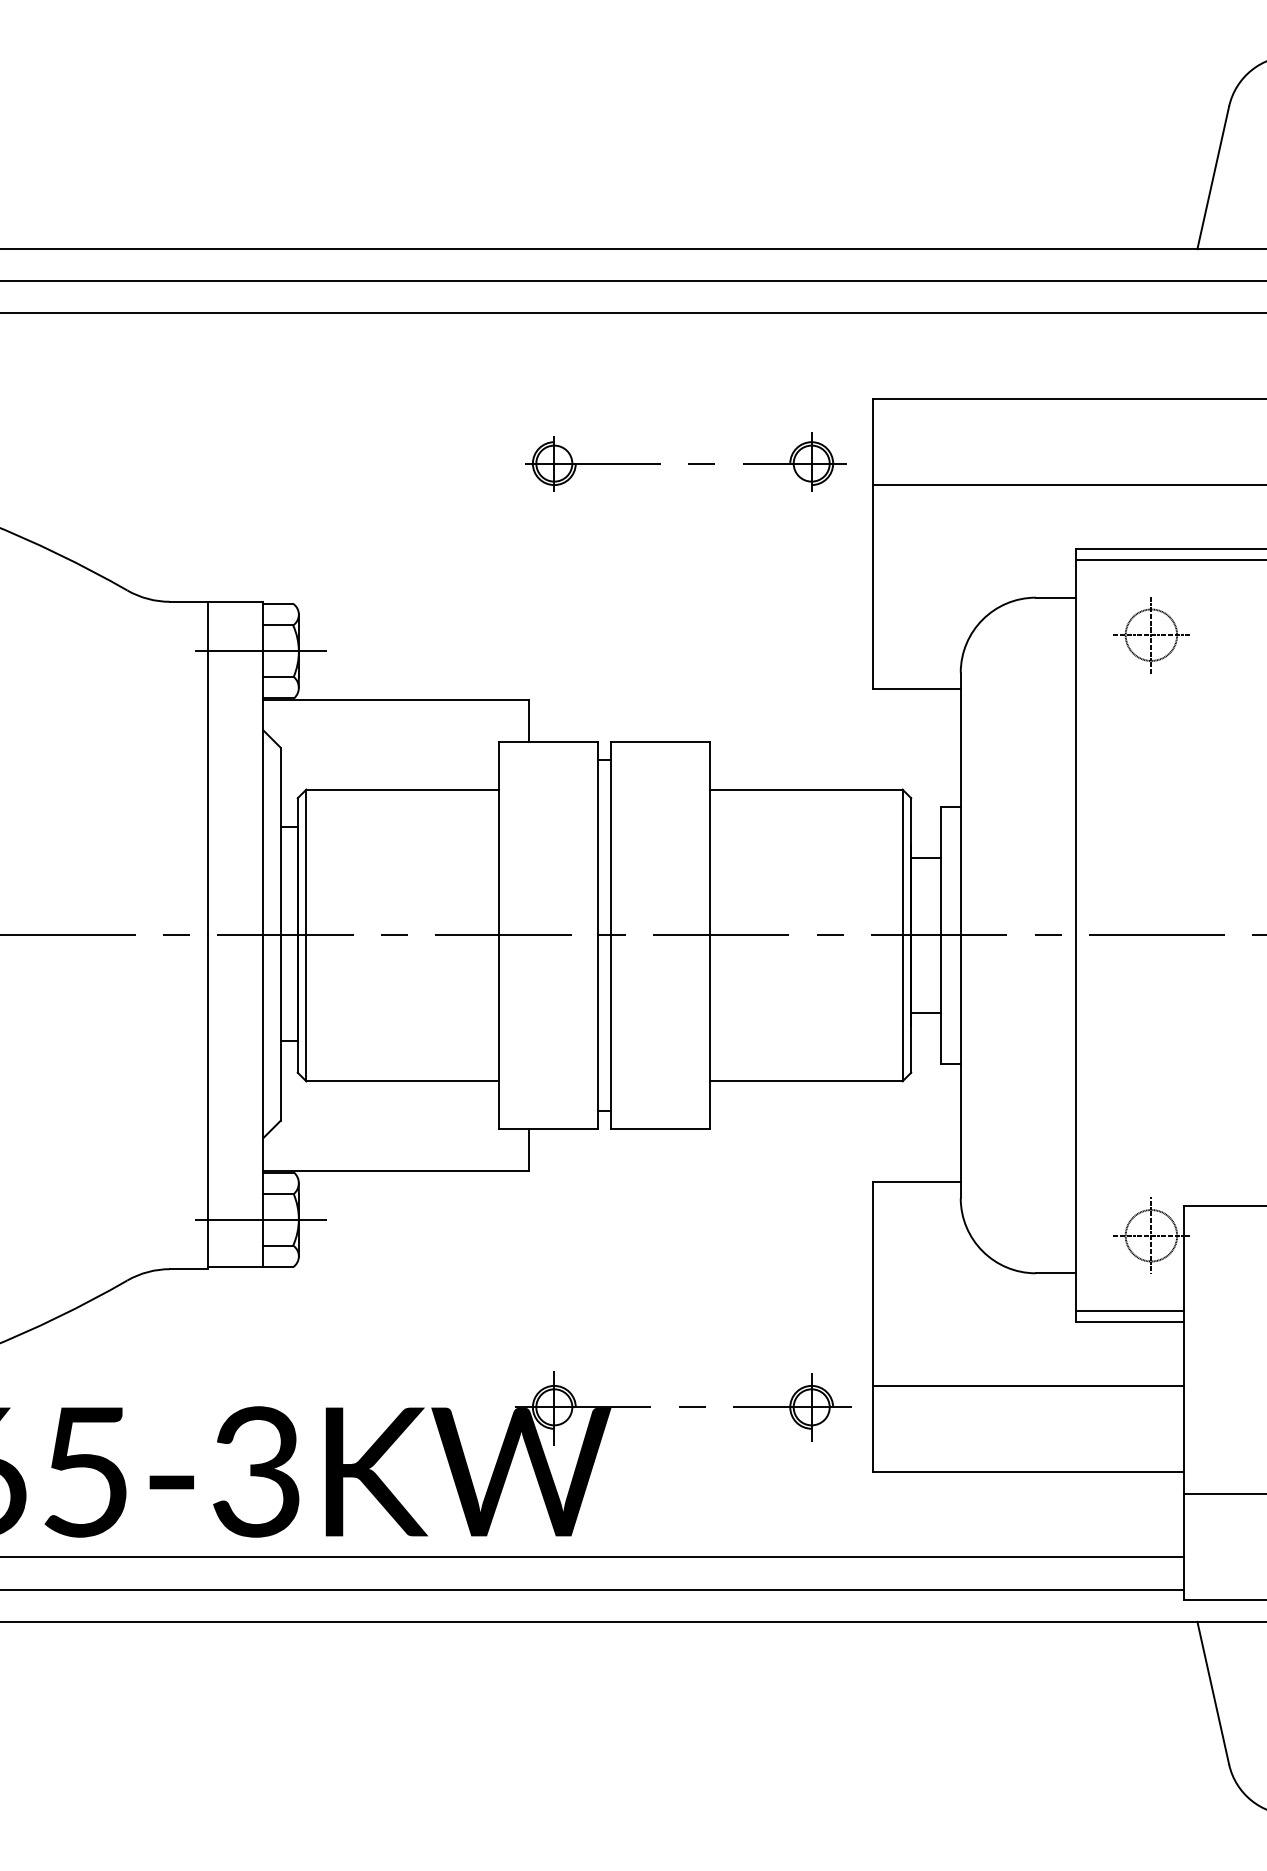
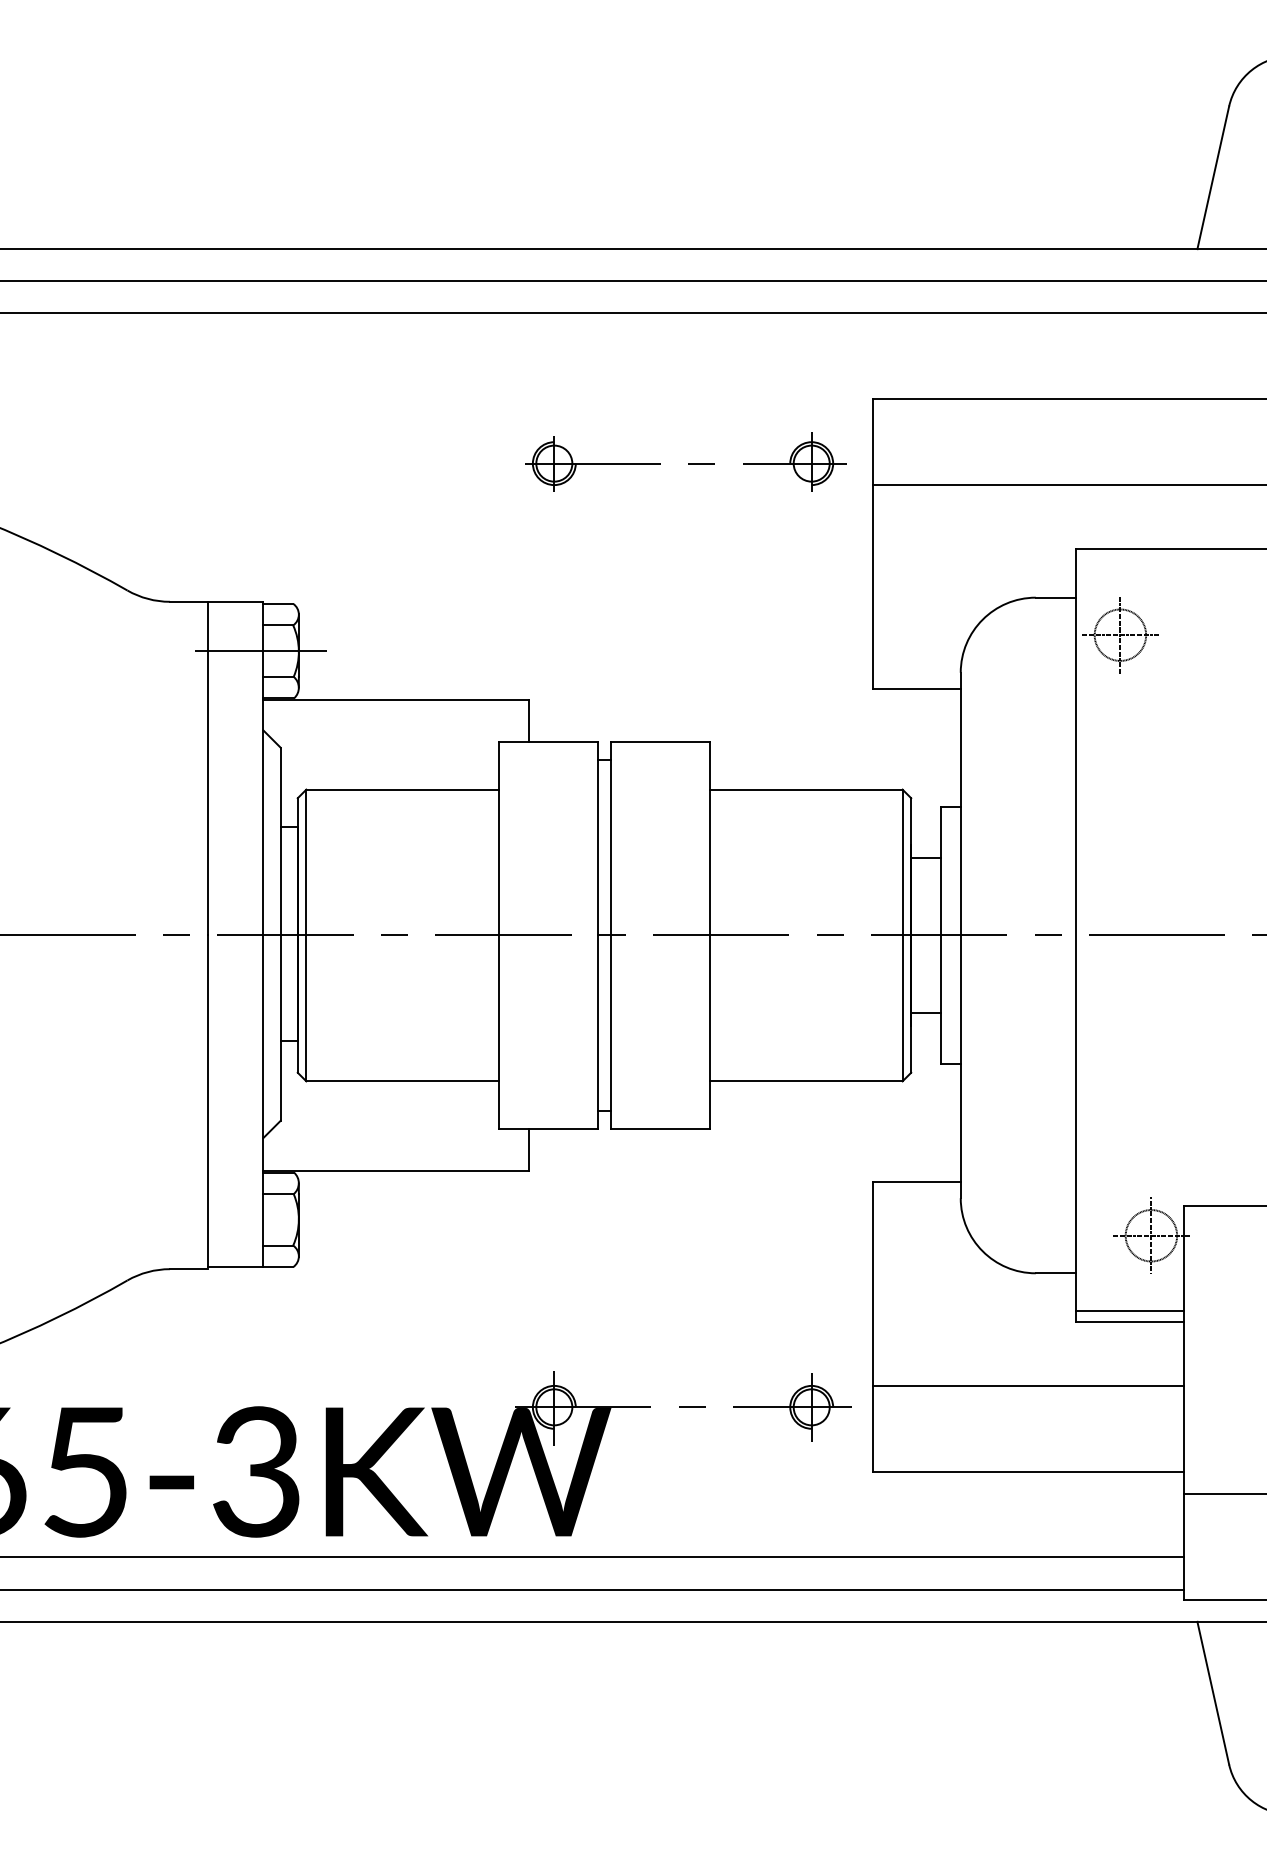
line at (1169, 560): present -> none
part at (1151, 635) position: (1151, 635) -> (1120, 635)
line at (260, 1219): present -> none
